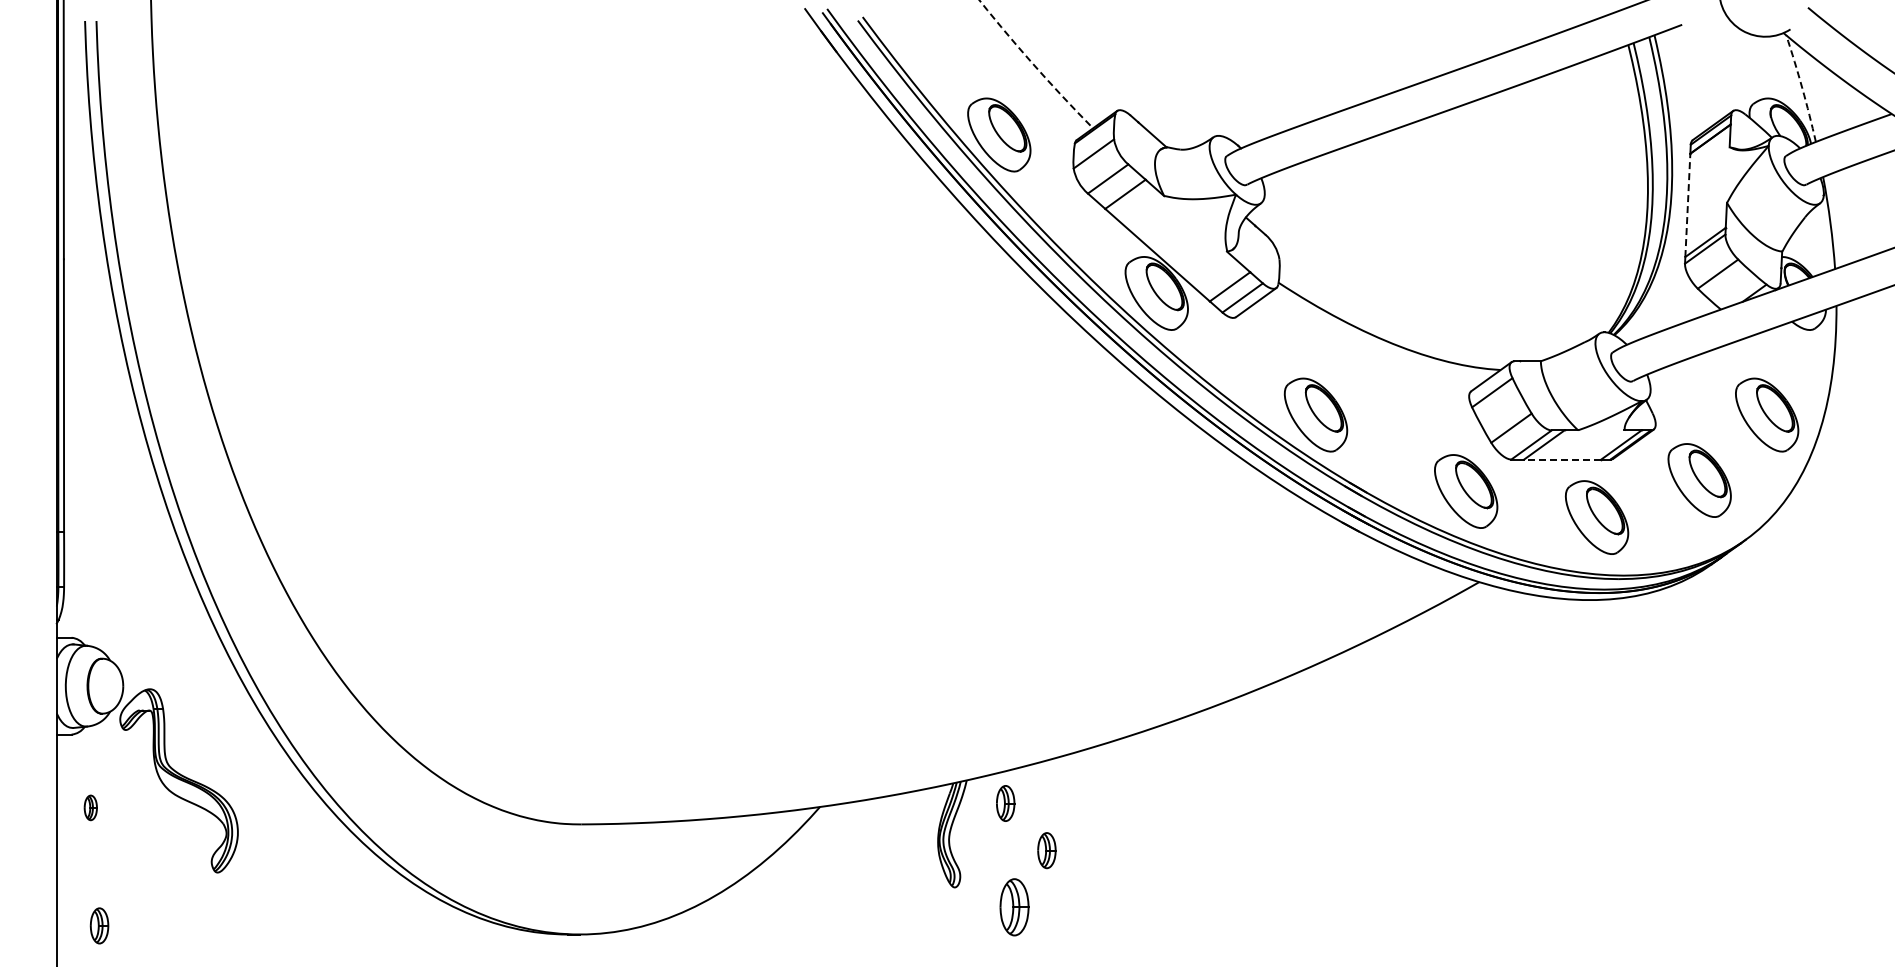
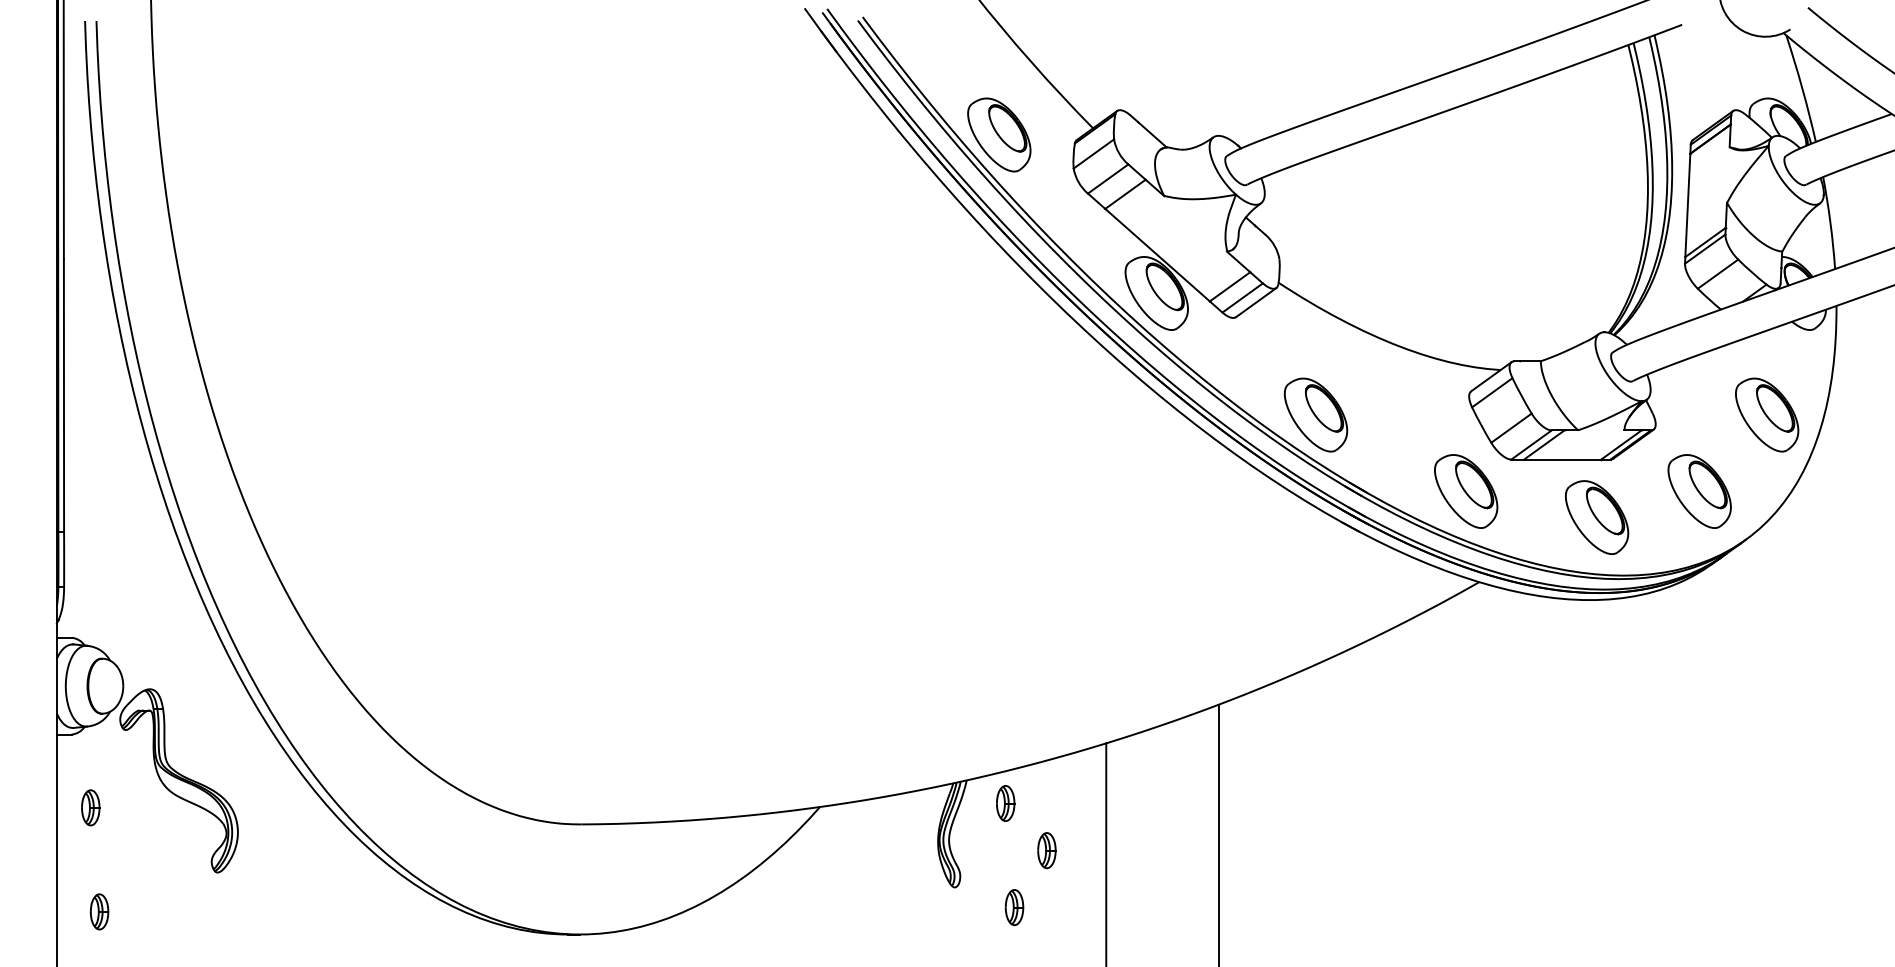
arc at (1034, 65): dashed -> solid
arc at (1802, 88): dashed -> solid
line at (1687, 205): dashed -> solid
line at (1562, 459): dashed -> solid
part at (1699, 480) position: (1699, 480) -> (1699, 491)
part at (90, 807) size: 15x28 px -> 20x38 px
line at (1218, 833): none -> present
line at (1106, 853): none -> present
part at (1014, 907) size: 31x59 px -> 21x38 px
part at (99, 925) position: (99, 925) -> (99, 911)
